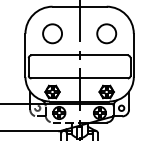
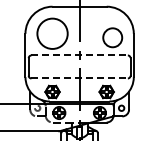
circle at (52, 33) diameter: 19 px -> 30 px
circle at (106, 33) position: (106, 33) -> (112, 37)
line at (80, 55): solid -> dashed
line at (80, 78): solid -> dashed
